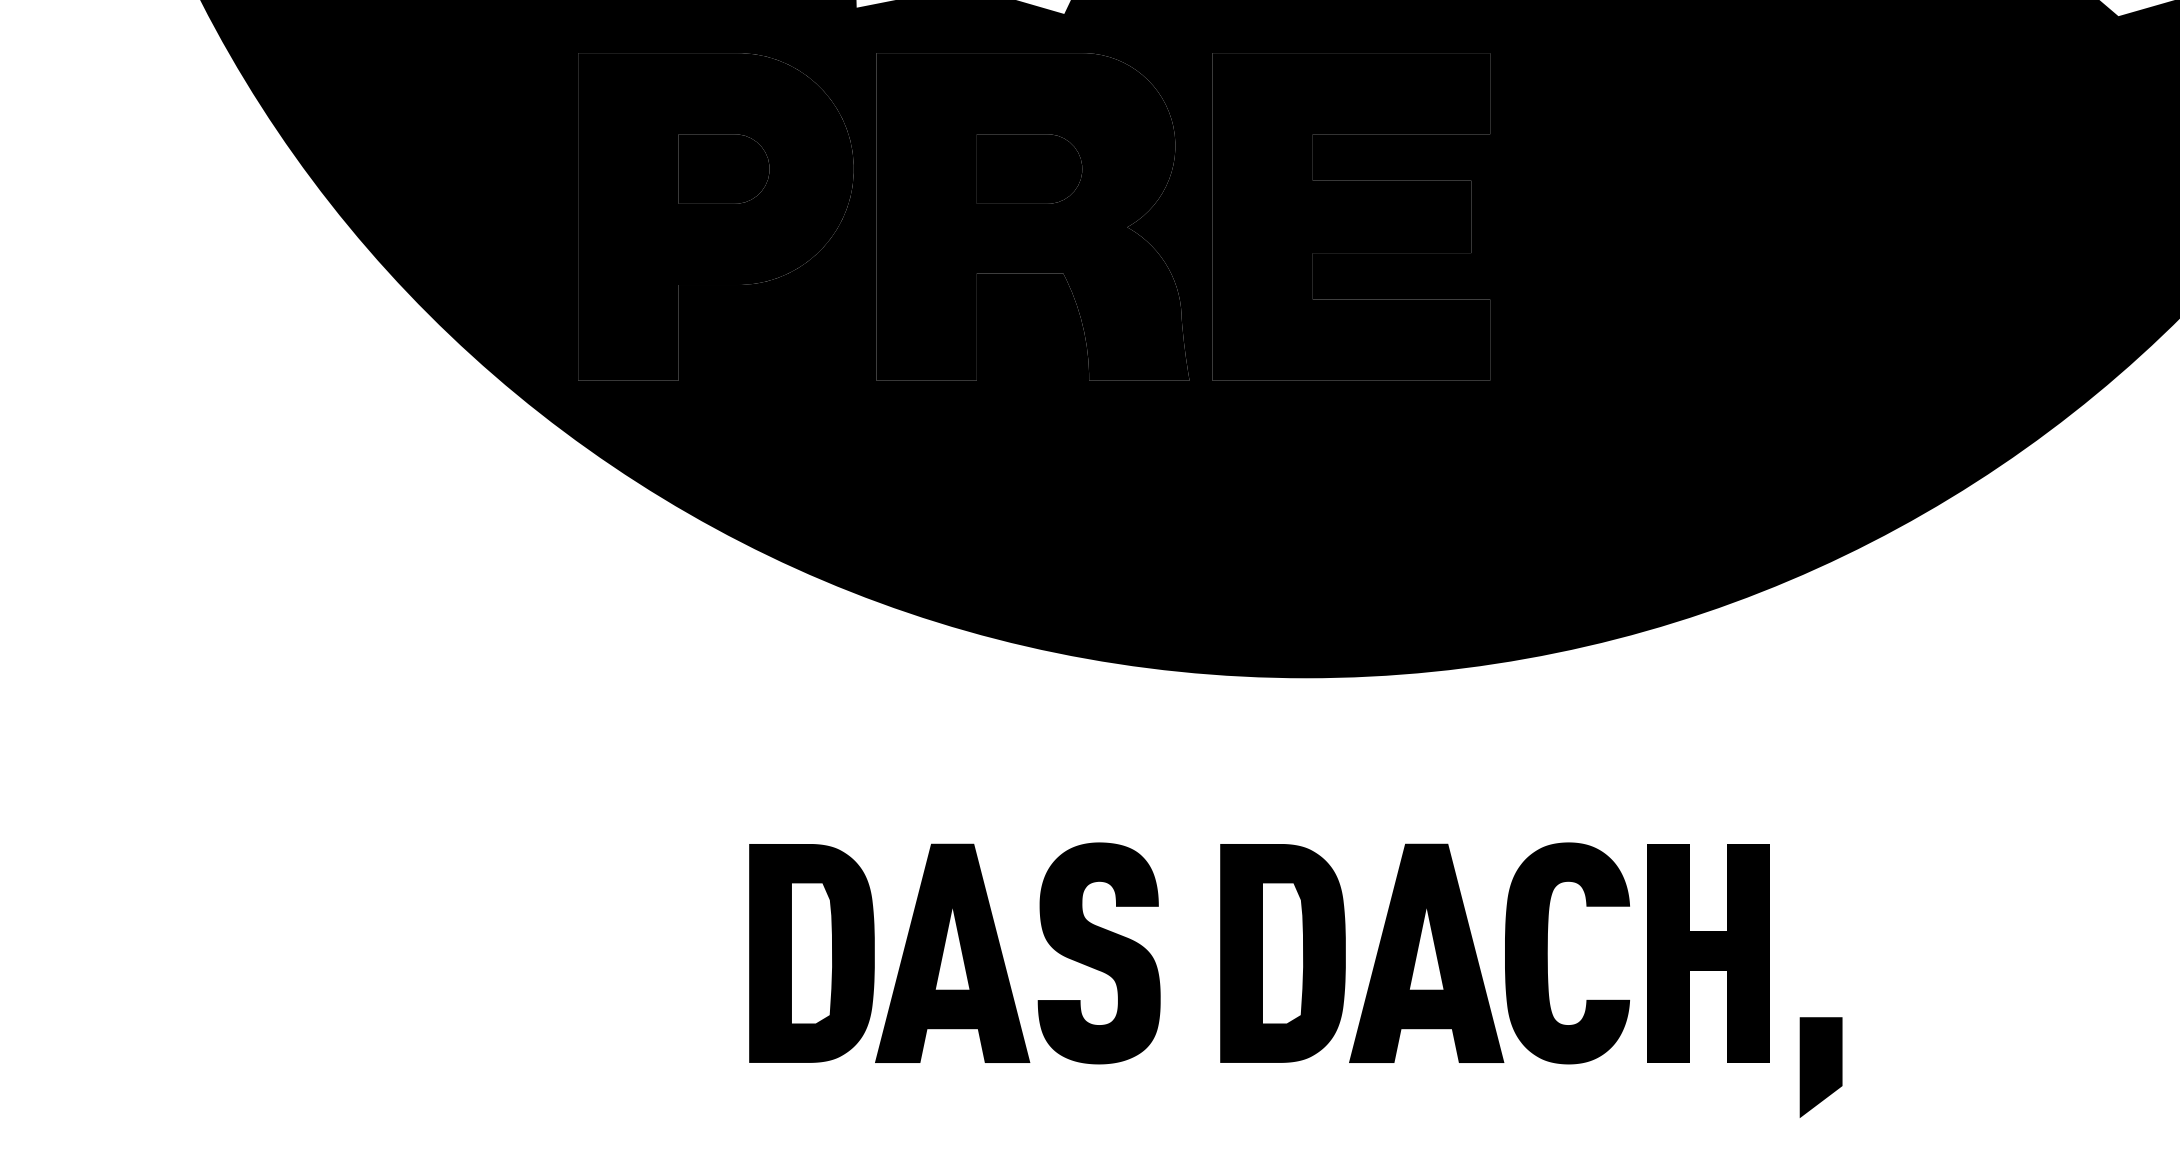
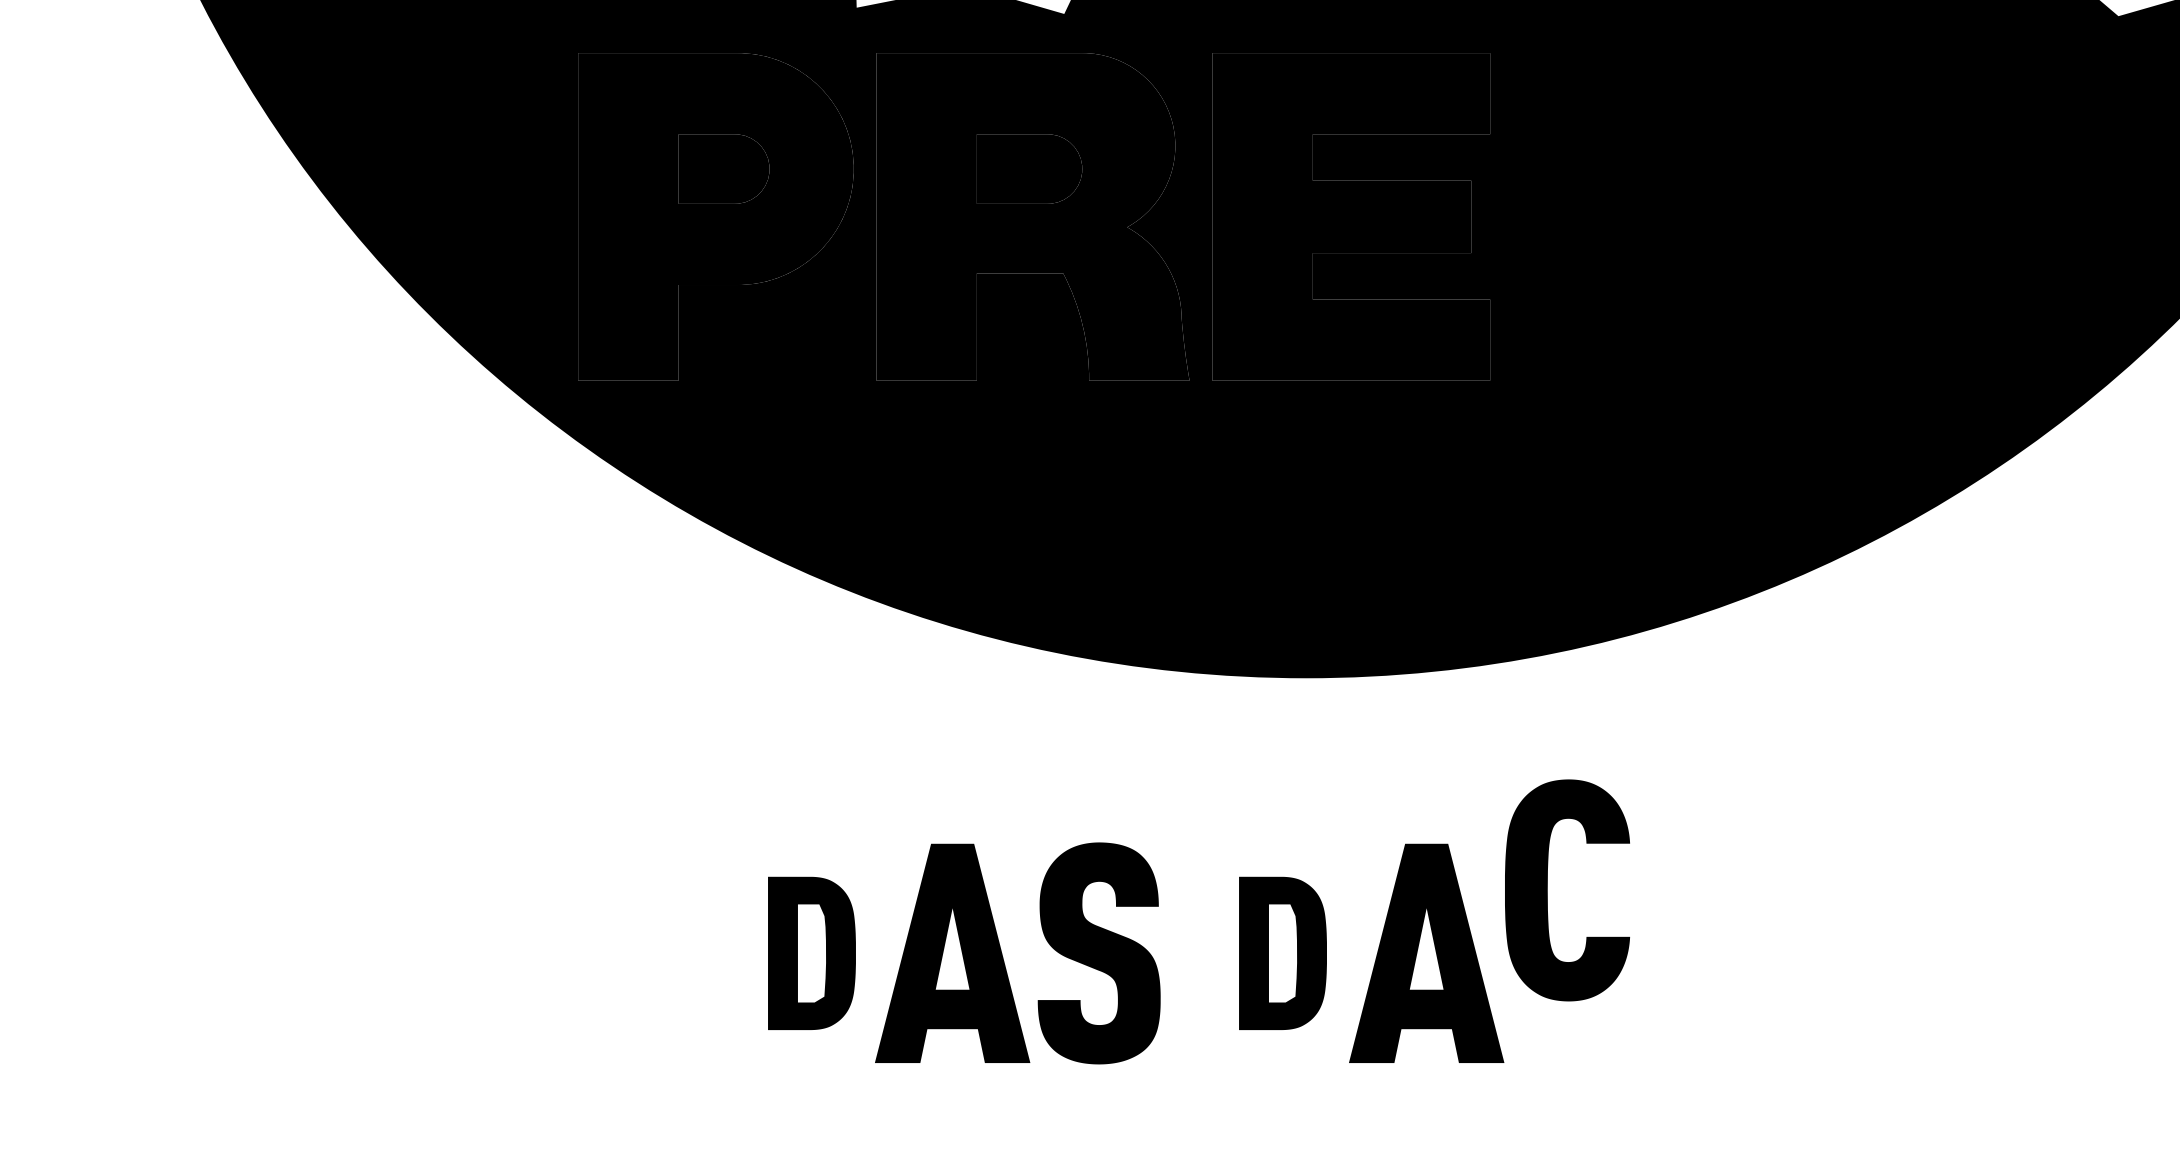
part at (811, 953) size: 126x219 px -> 88x154 px
part at (1282, 953) size: 126x219 px -> 88x154 px
part at (1547, 953) position: (1547, 953) -> (1547, 890)
fill at (1708, 953): present -> none
fill at (1820, 1067): present -> none
